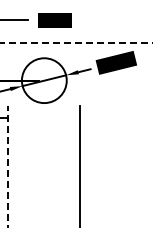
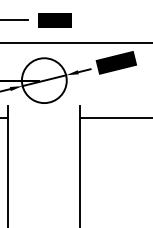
line at (76, 42): dashed -> solid
line at (114, 118): none -> present
line at (8, 166): dashed -> solid
